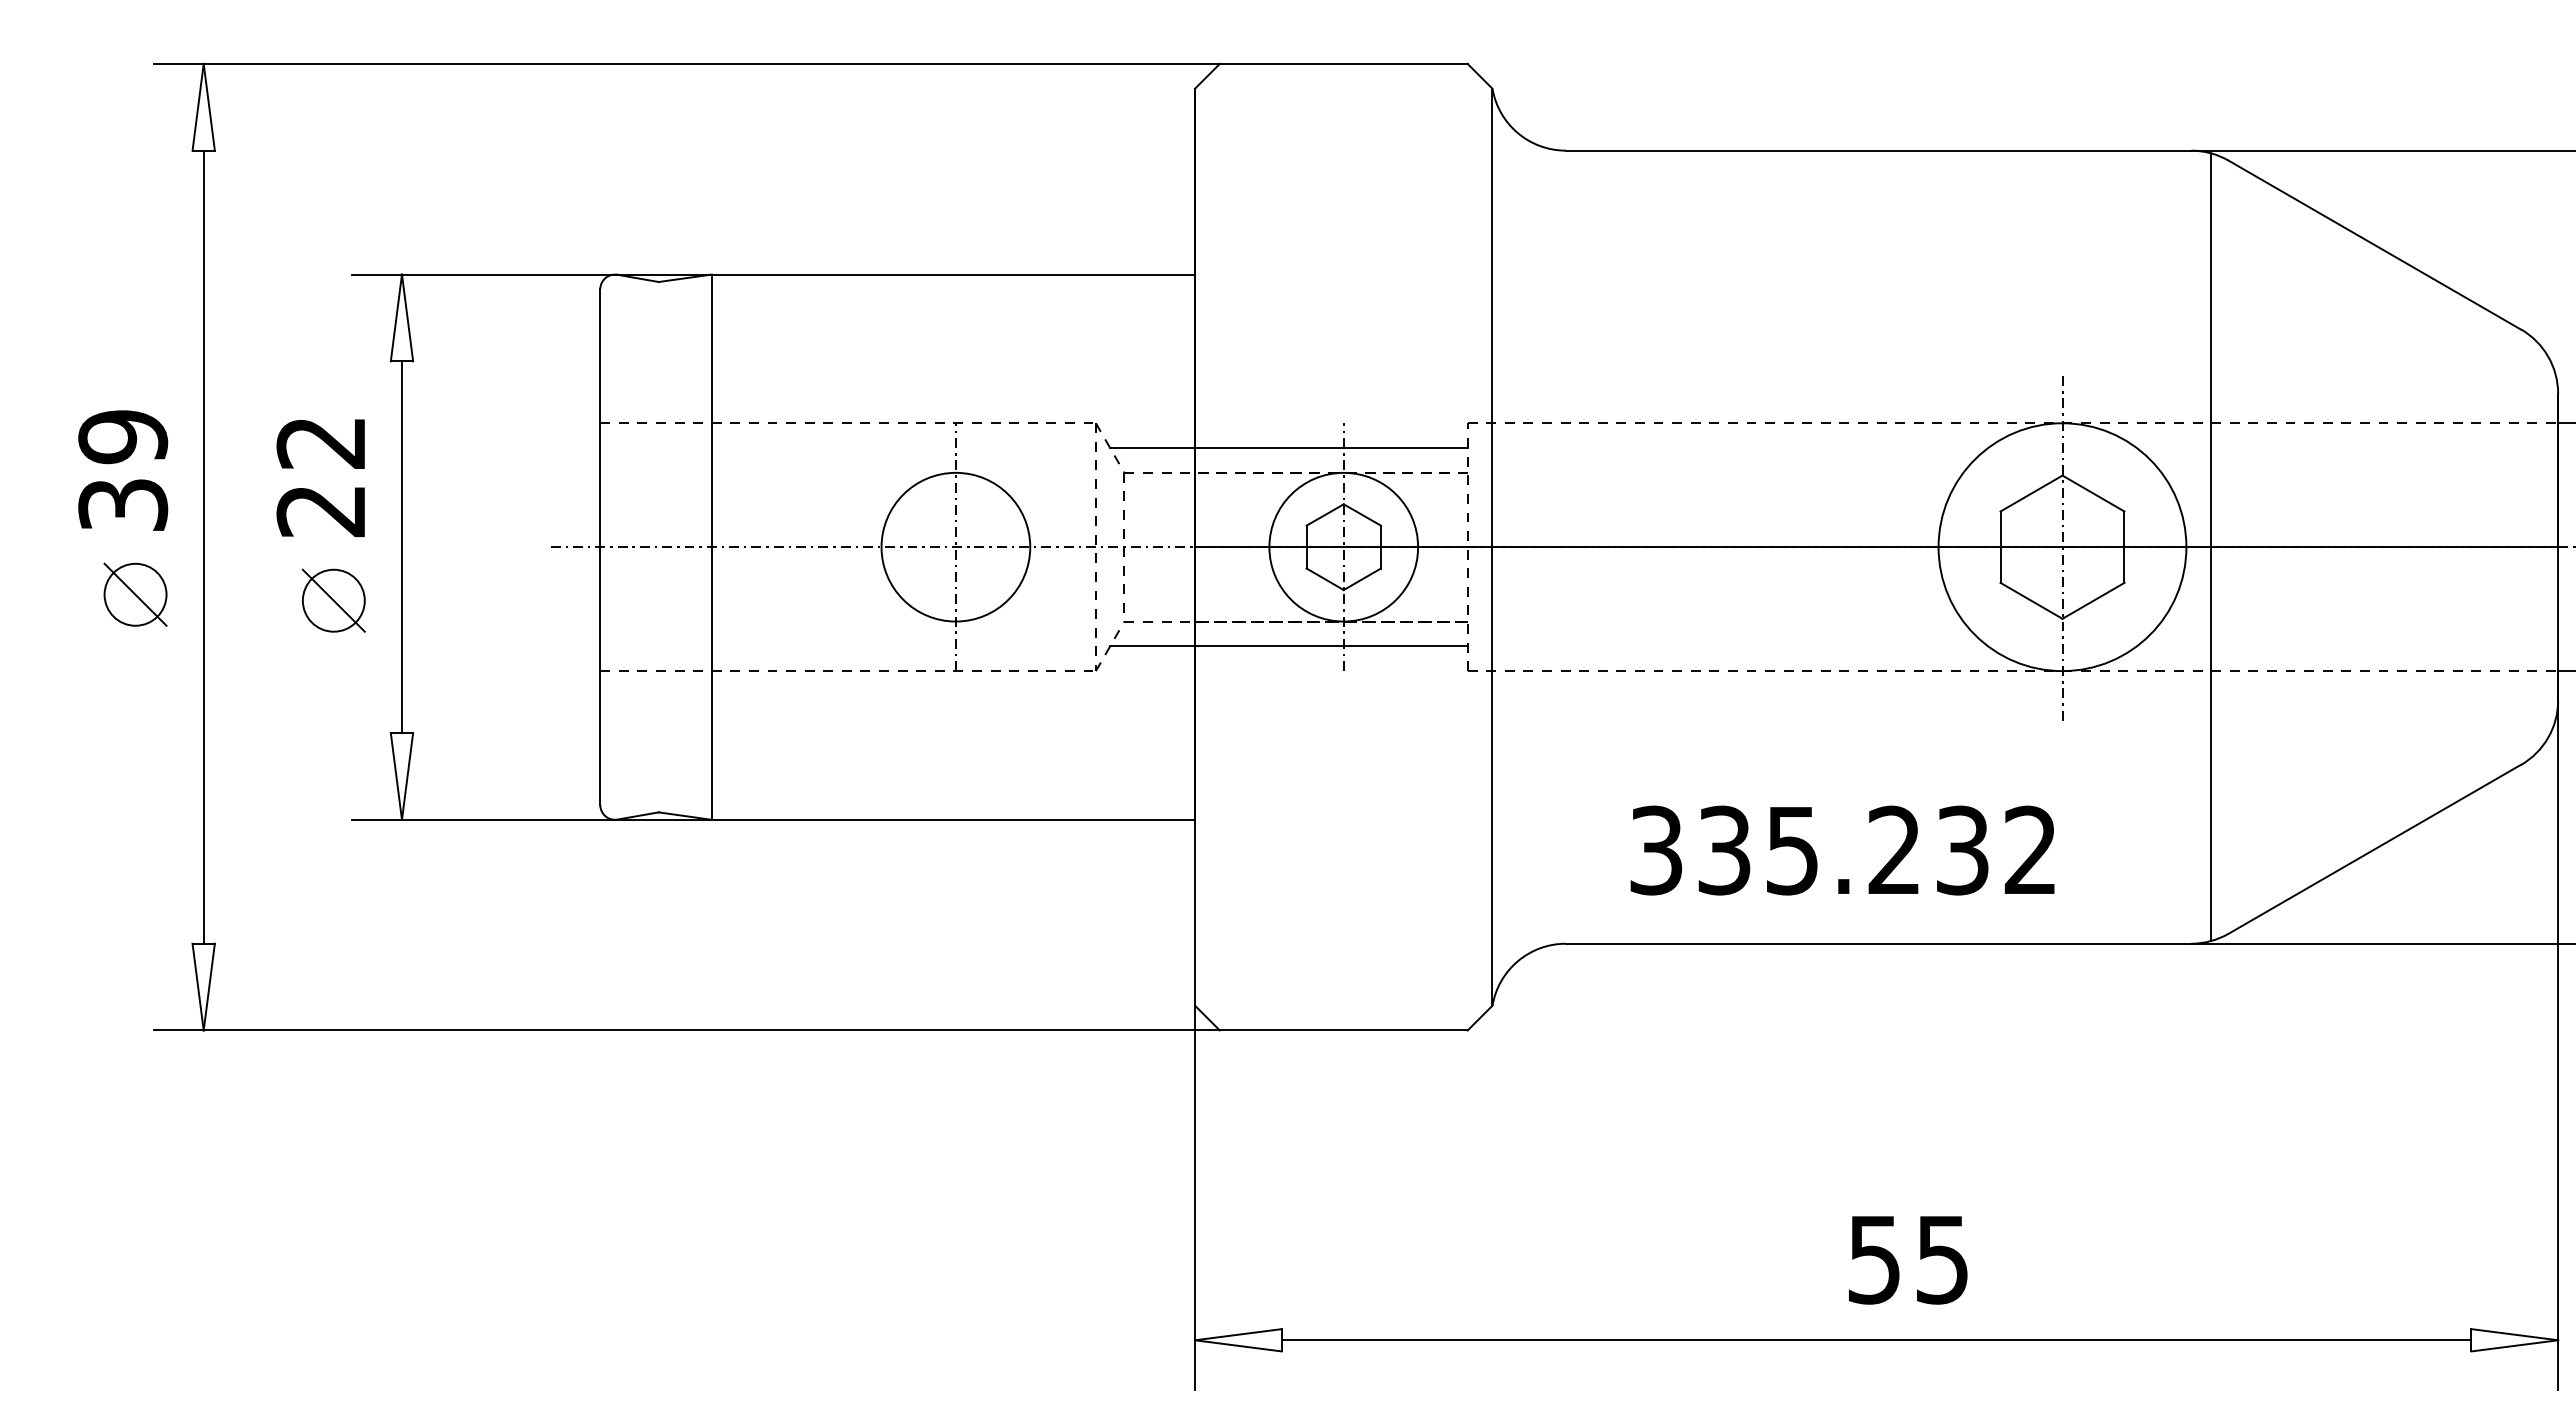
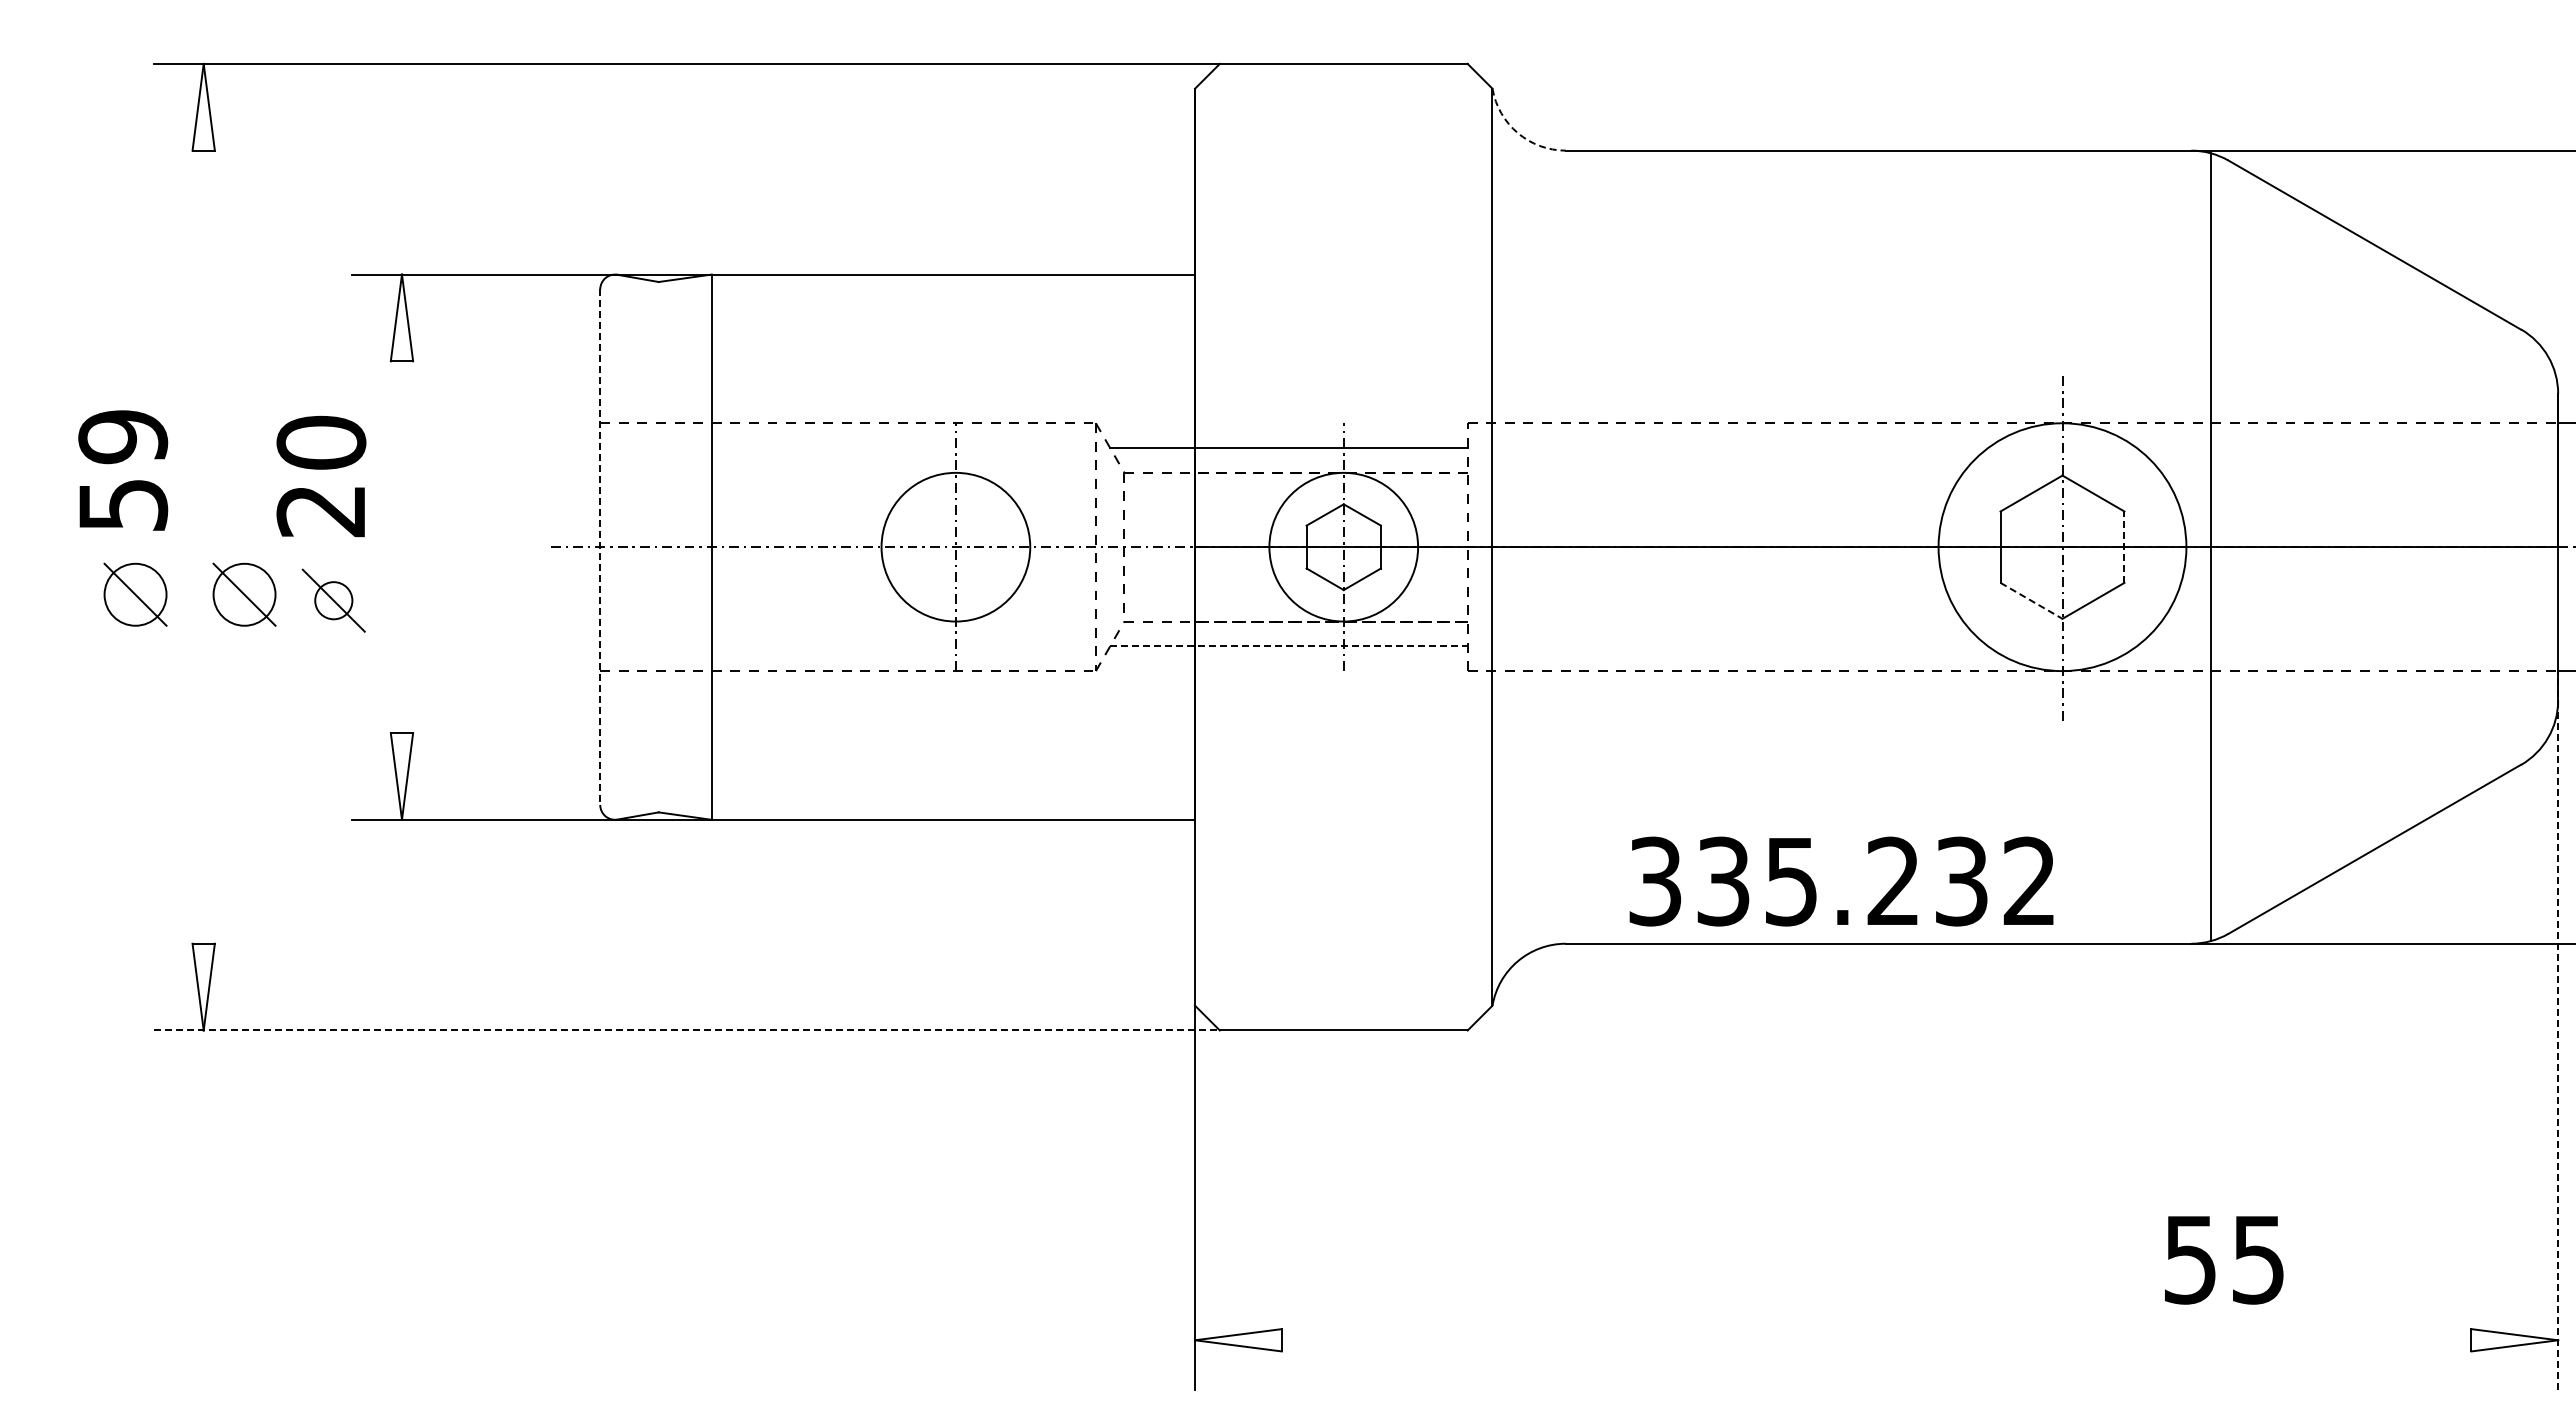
arc at (1517, 133): solid -> dashed
text at (321, 442): 22 -> 20
text at (122, 504): 39 -> 59
line at (203, 546): present -> none
line at (401, 547): present -> none
line at (600, 547): solid -> dashed
line at (2124, 547): solid -> dashed
part at (244, 594): none -> present
circle at (333, 600) diameter: 62 px -> 37 px
line at (2031, 600): solid -> dashed
line at (1288, 646): solid -> dashed
text at (1842, 850) position: (1842, 850) -> (1841, 881)
line at (2558, 1029): solid -> dashed
line at (687, 1030): solid -> dashed
text at (1908, 1260) position: (1908, 1260) -> (2224, 1260)
line at (1876, 1340): present -> none
